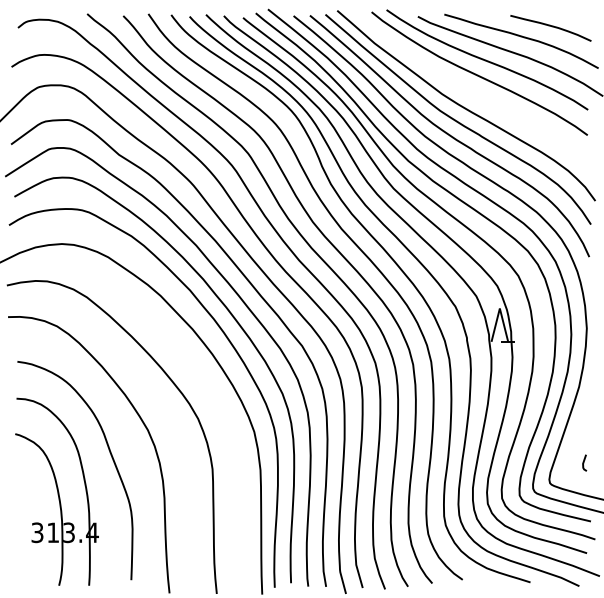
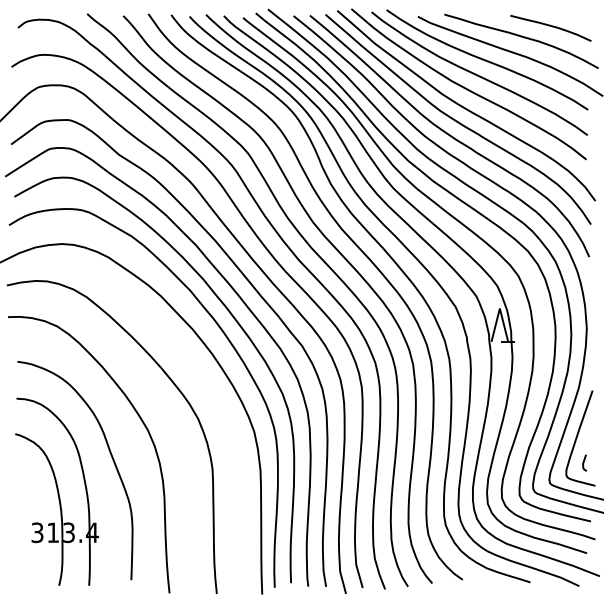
curve at (466, 87): none -> present
curve at (577, 438): none -> present
